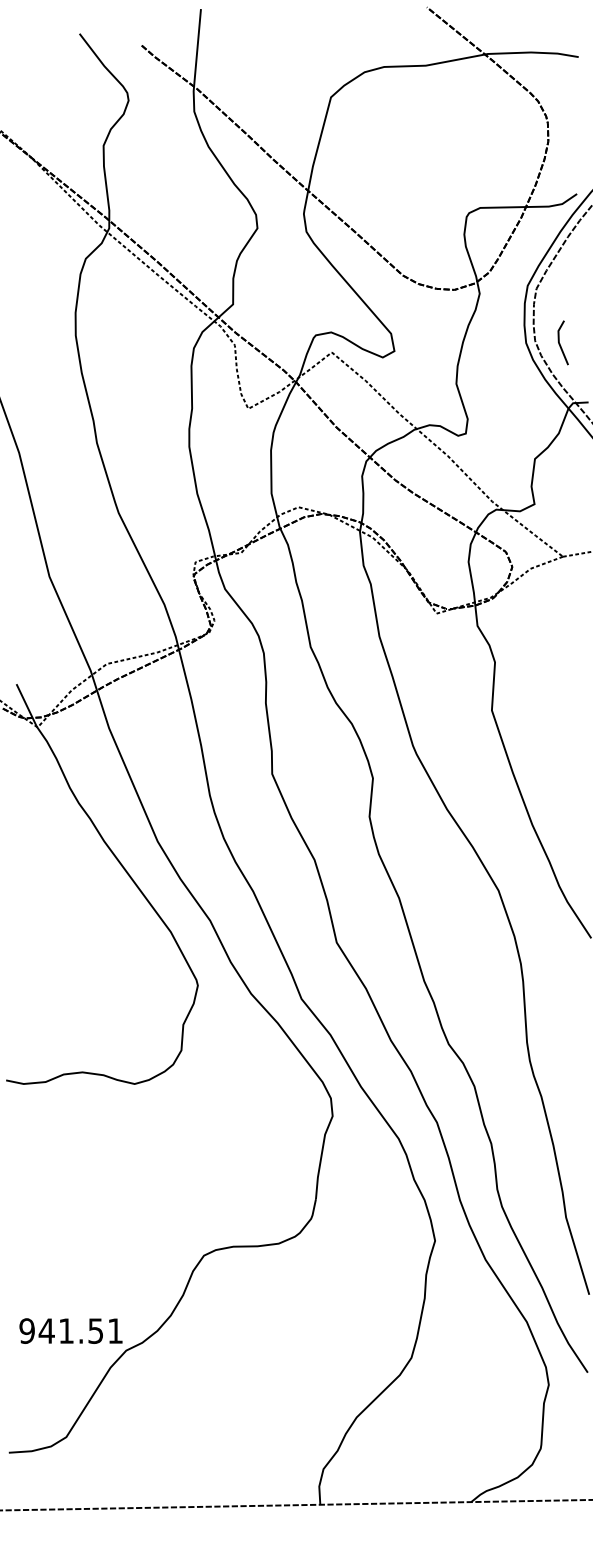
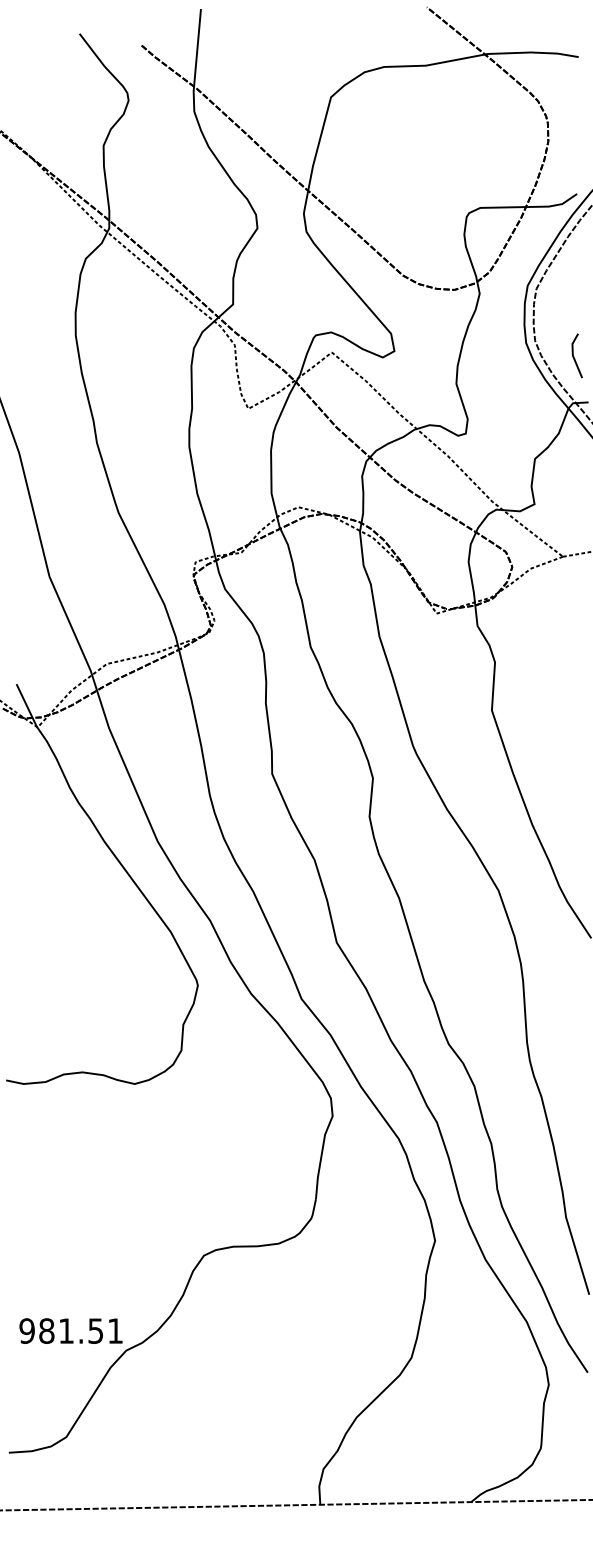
line at (560, 343) position: (560, 343) -> (574, 356)
text at (46, 1330): 941.51 -> 981.51
